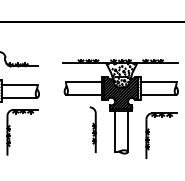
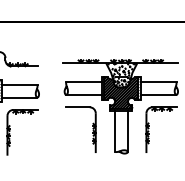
line at (77, 107): none -> present
part at (149, 134) position: (149, 134) -> (149, 128)
